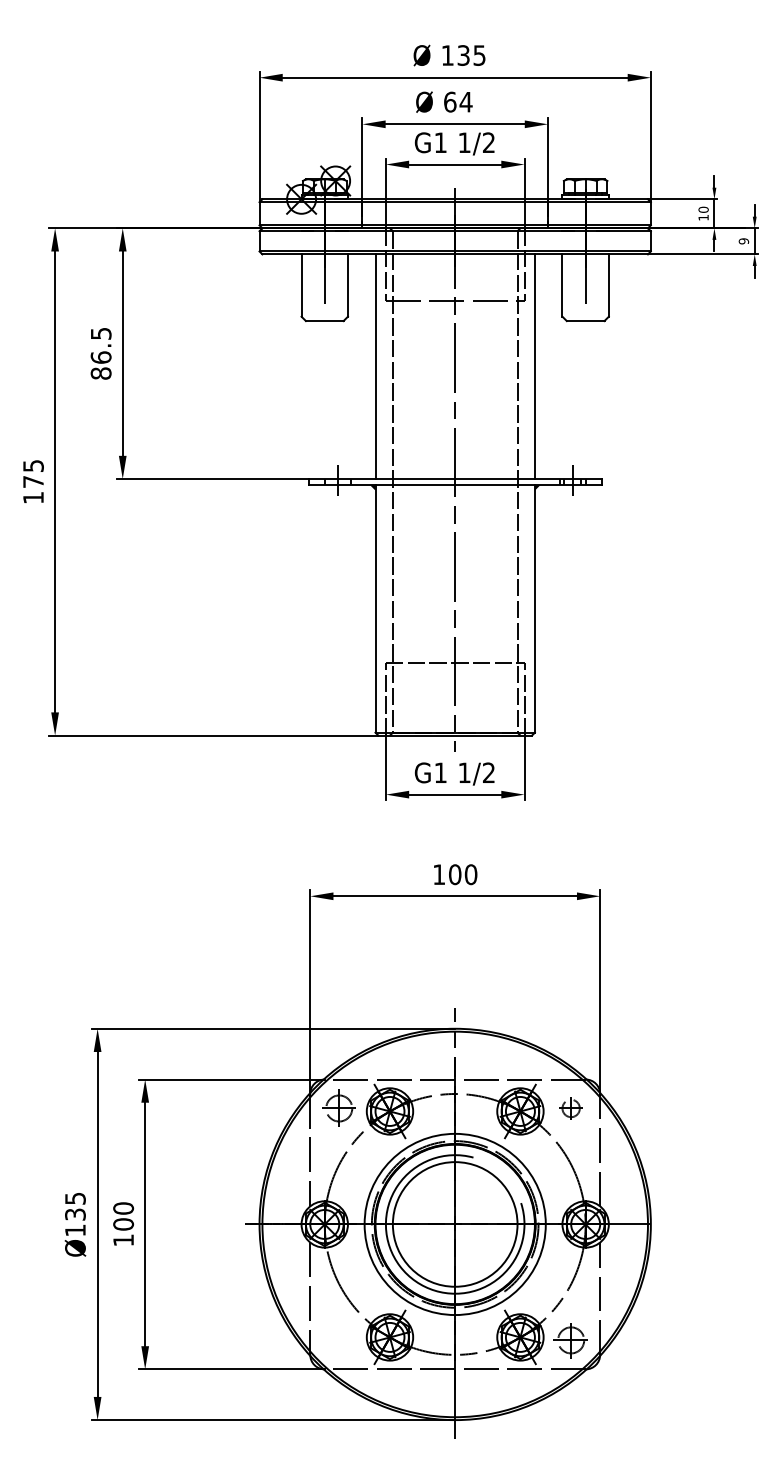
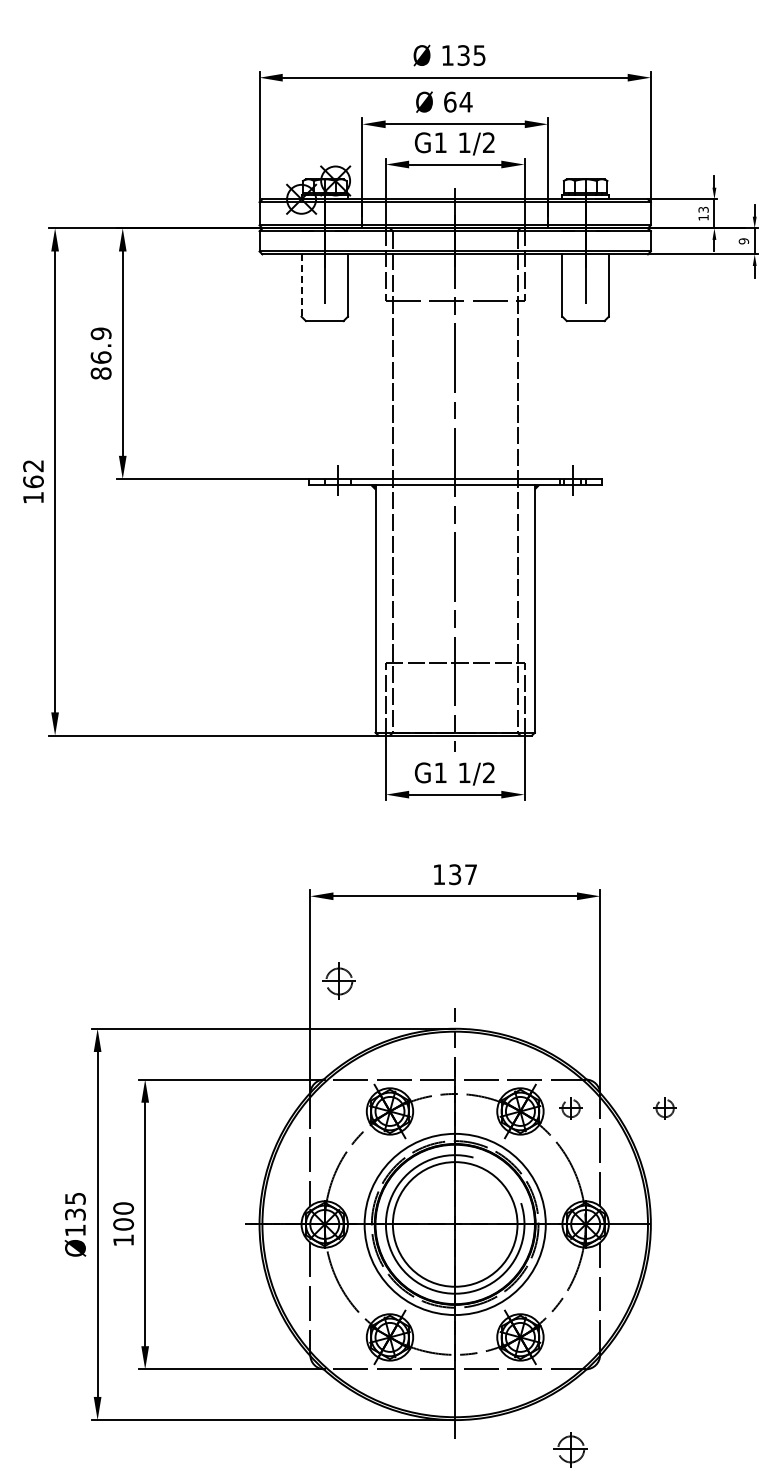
text at (703, 209): 10 -> 13
line at (301, 286): solid -> dashed
text at (100, 333): 86.5 -> 86.9
line at (375, 366): present -> none
line at (534, 366): present -> none
text at (33, 474): 175 -> 162
text at (463, 874): 100 -> 137
part at (338, 1107) position: (338, 1107) -> (338, 980)
part at (664, 1108): none -> present
part at (570, 1340) position: (570, 1340) -> (570, 1449)
